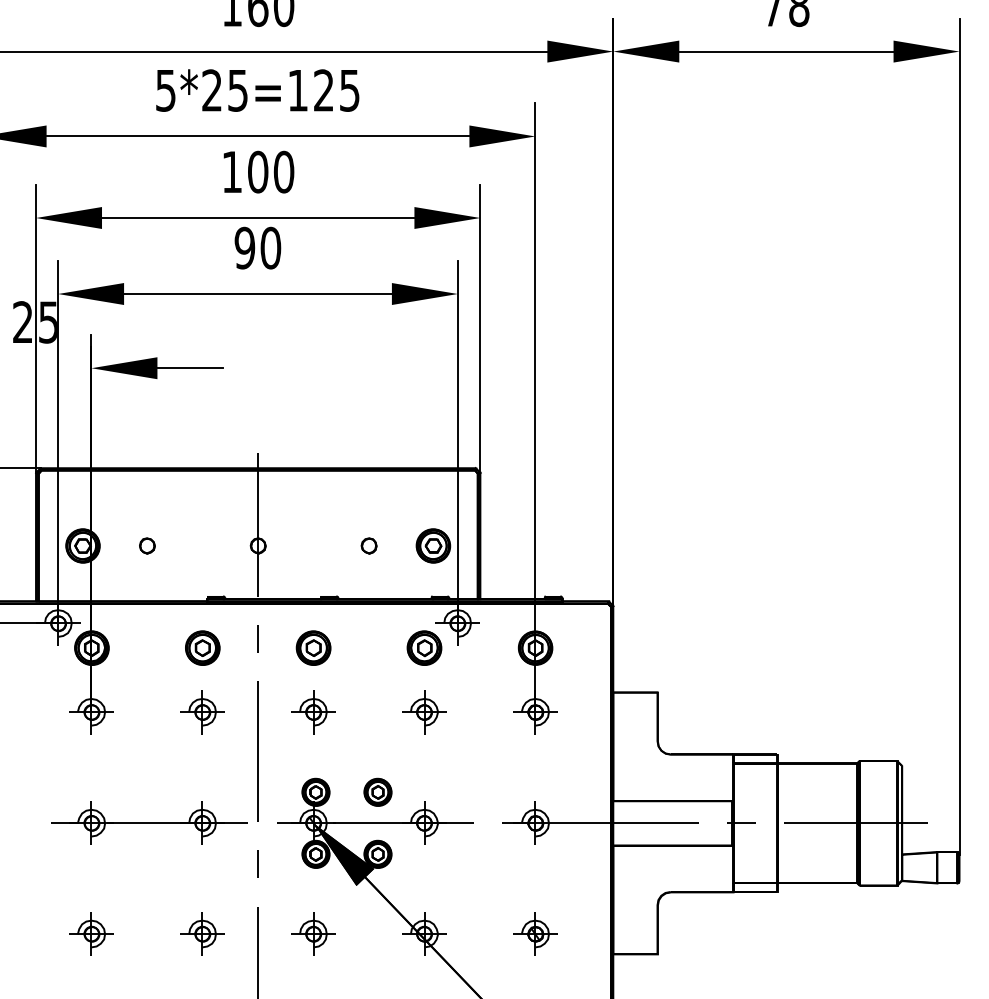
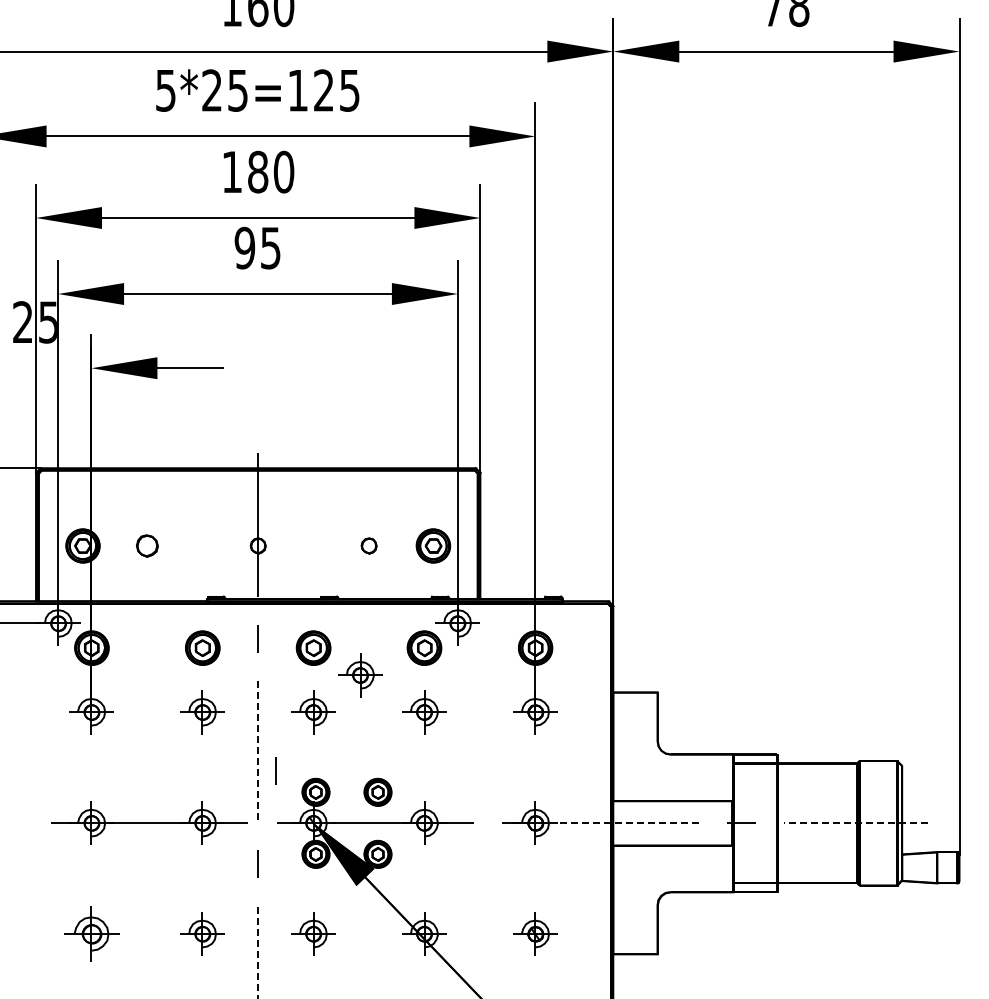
text at (258, 172): 100 -> 180
text at (270, 247): 90 -> 95
part at (147, 545) size: 17x18 px -> 23x24 px
part at (360, 675): none -> present
line at (258, 752): solid -> dashed
line at (275, 770): none -> present
line at (628, 823): solid -> dashed
line at (855, 823): solid -> dashed
part at (91, 933) size: 45x44 px -> 56x56 px
line at (258, 952): solid -> dashed
